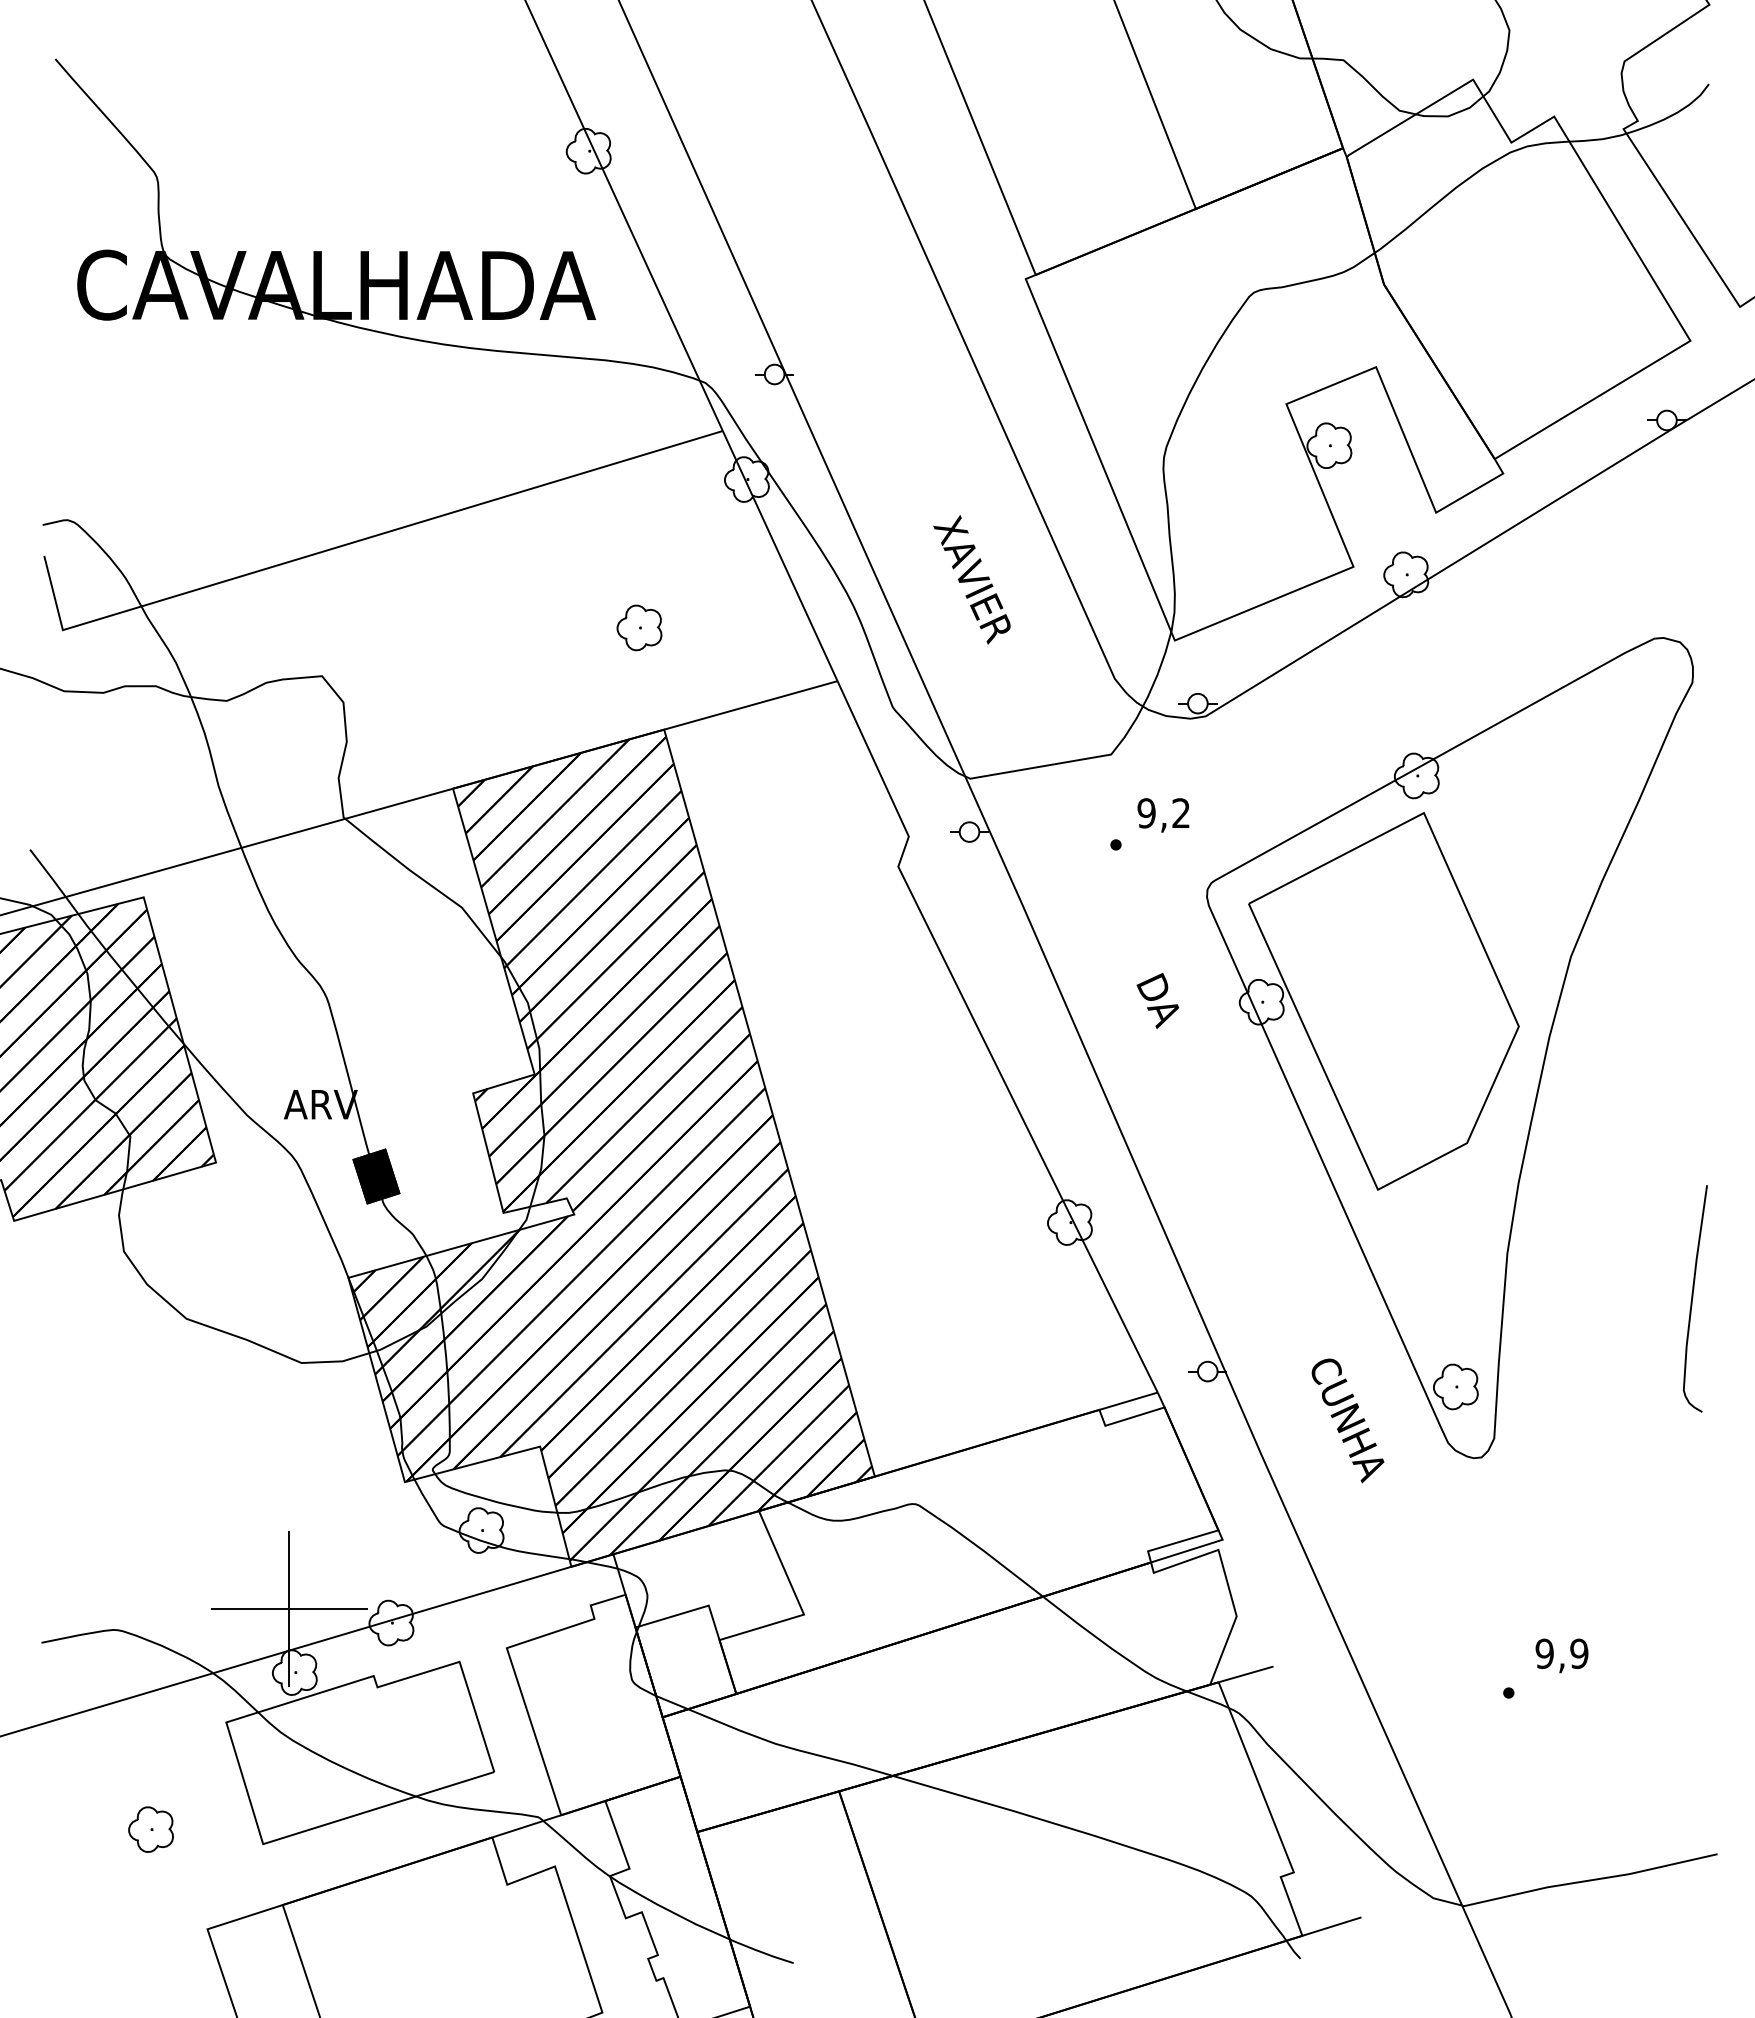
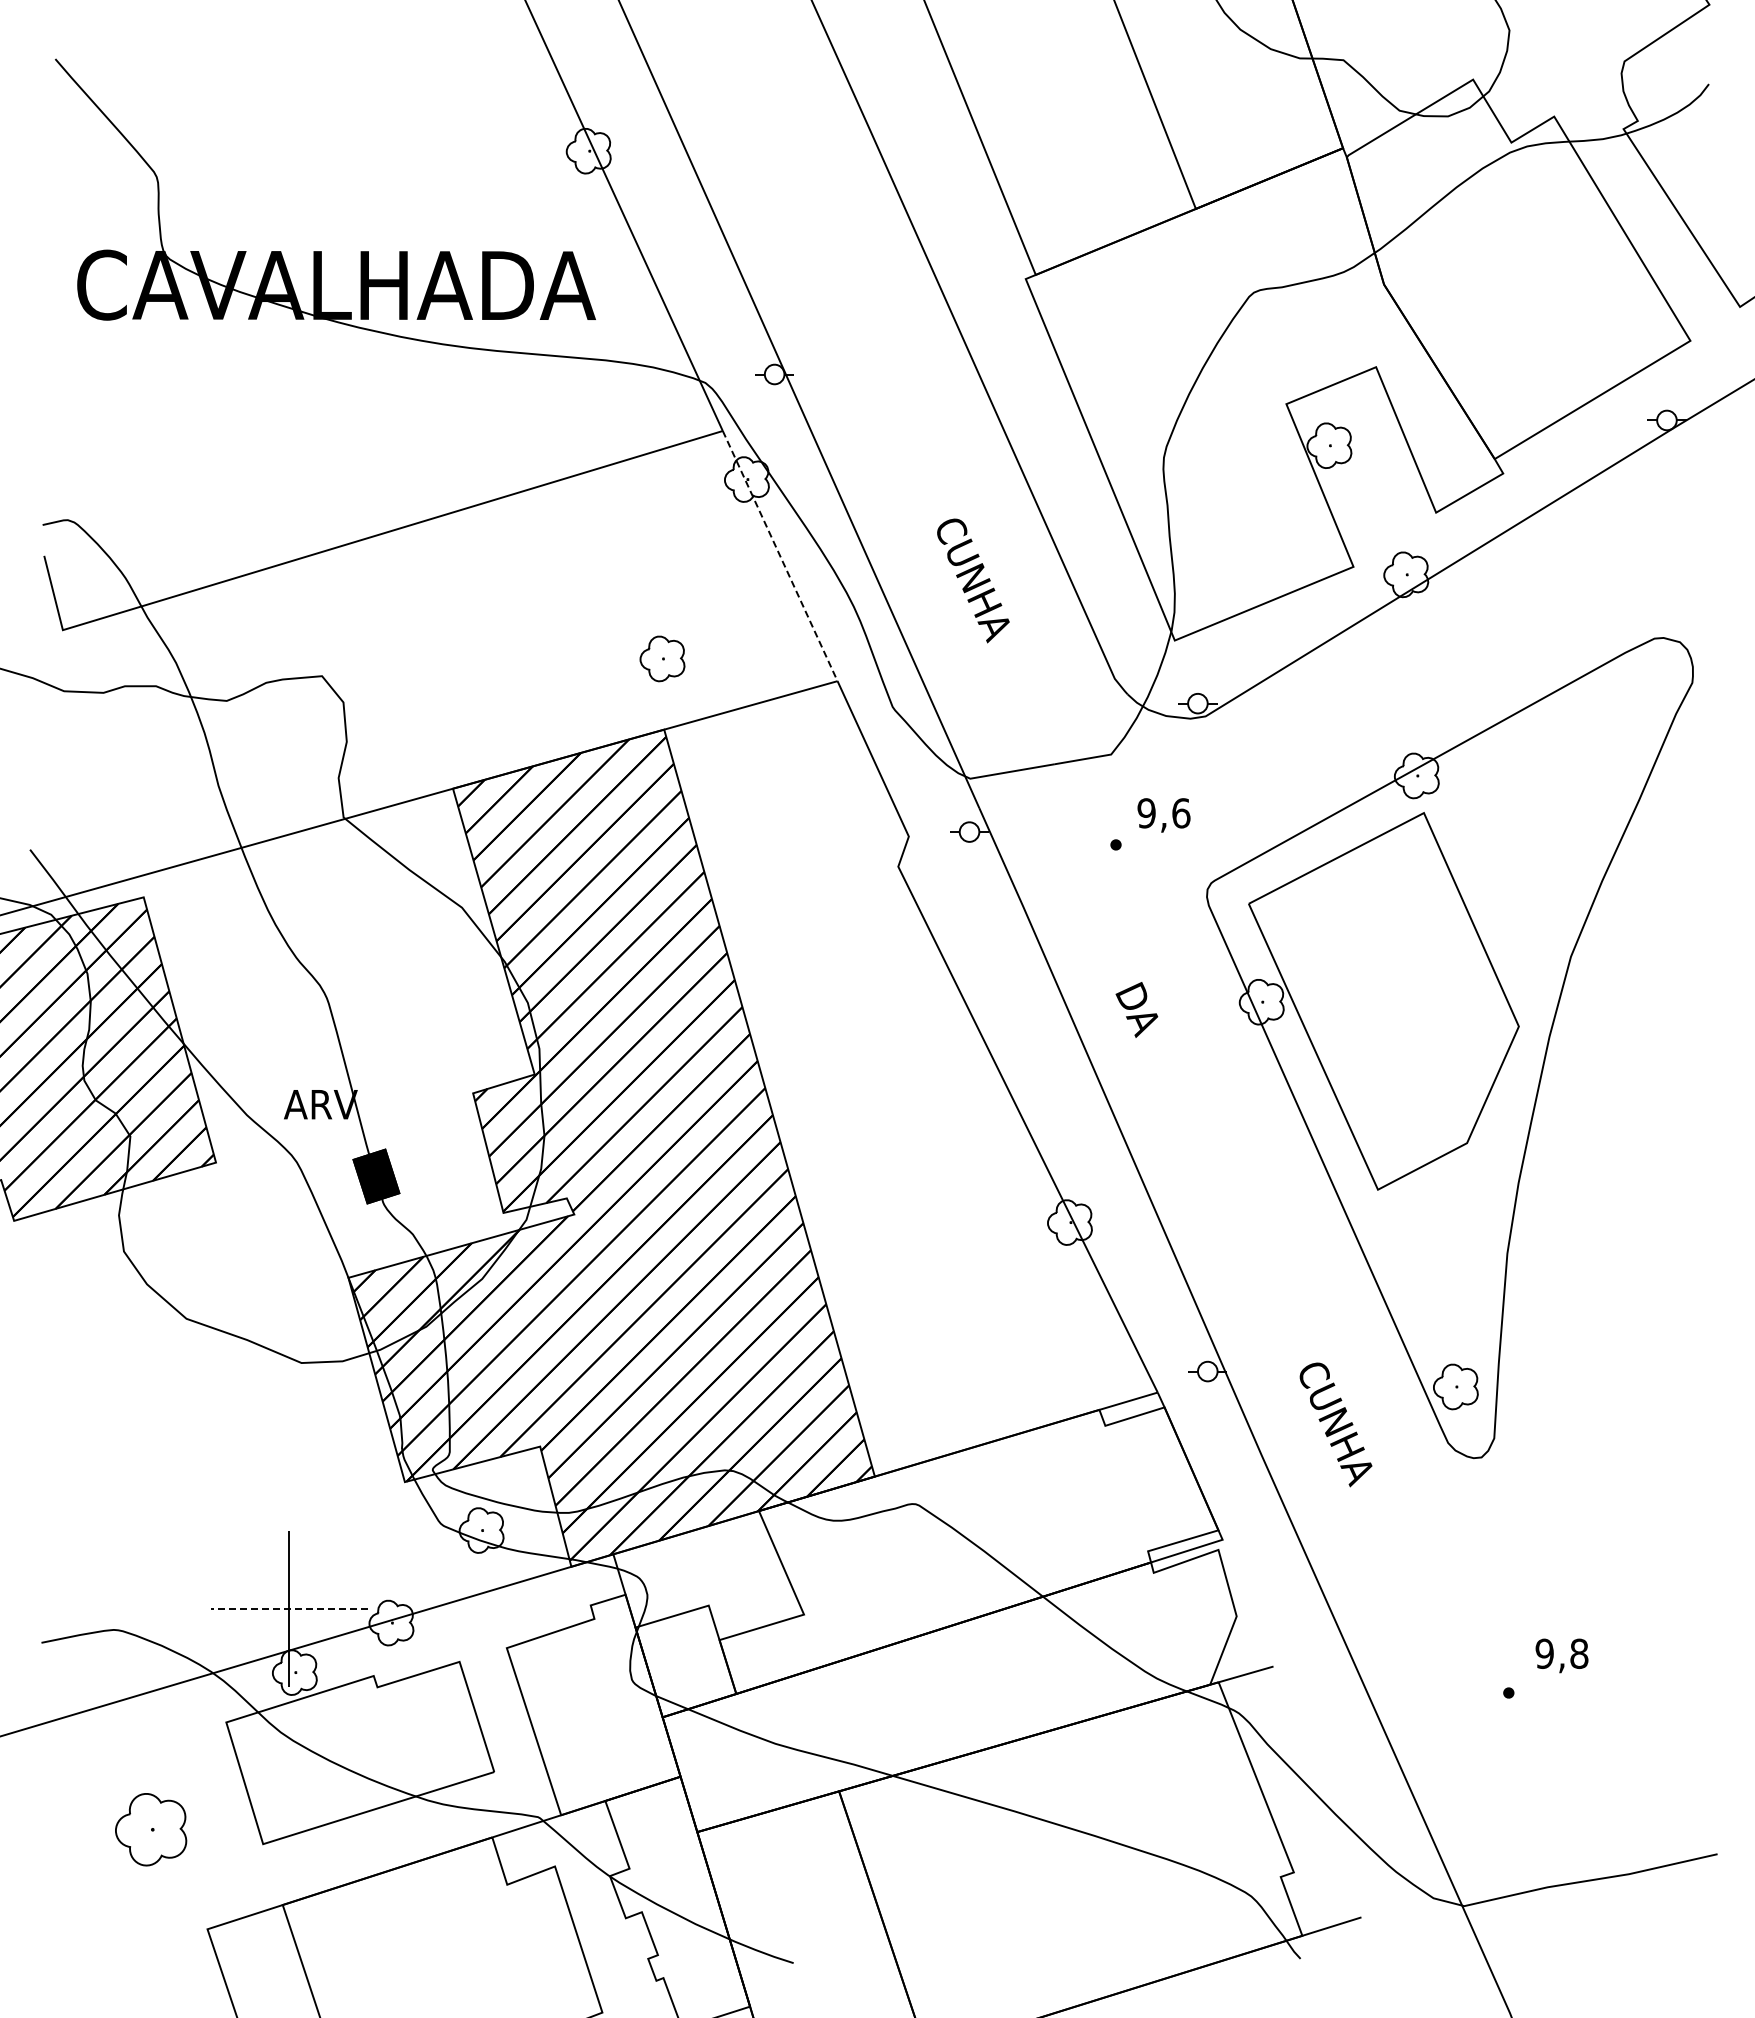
line at (780, 556): solid -> dashed
text at (971, 579): XAVIER -> CUNHA
part at (639, 627) position: (639, 627) -> (662, 658)
text at (1181, 813): 9,2 -> 9,6
text at (1157, 1000) position: (1157, 1000) -> (1136, 1009)
curve at (1693, 1297): present -> none
text at (1347, 1420) position: (1347, 1420) -> (1335, 1424)
line at (288, 1609): solid -> dashed
text at (1579, 1653): 9,9 -> 9,8
part at (150, 1829) size: 46x47 px -> 73x74 px
